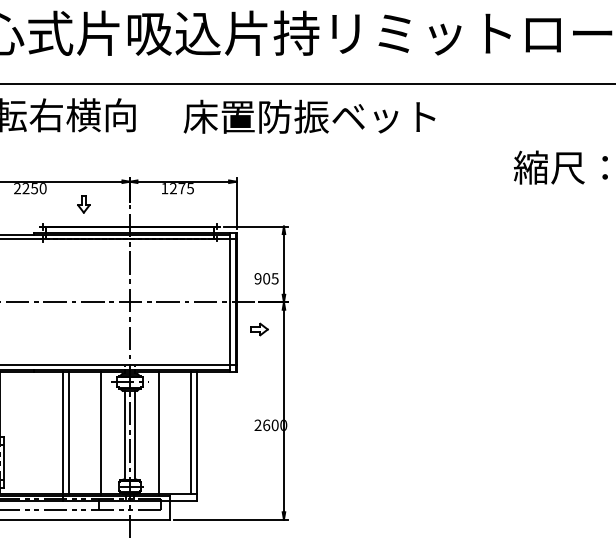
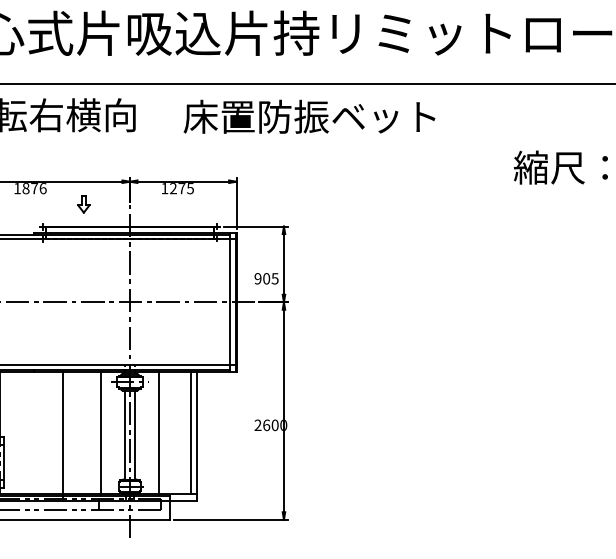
text at (30, 188): 2250 -> 1876
part at (259, 329): present -> none
line at (69, 432): present -> none
